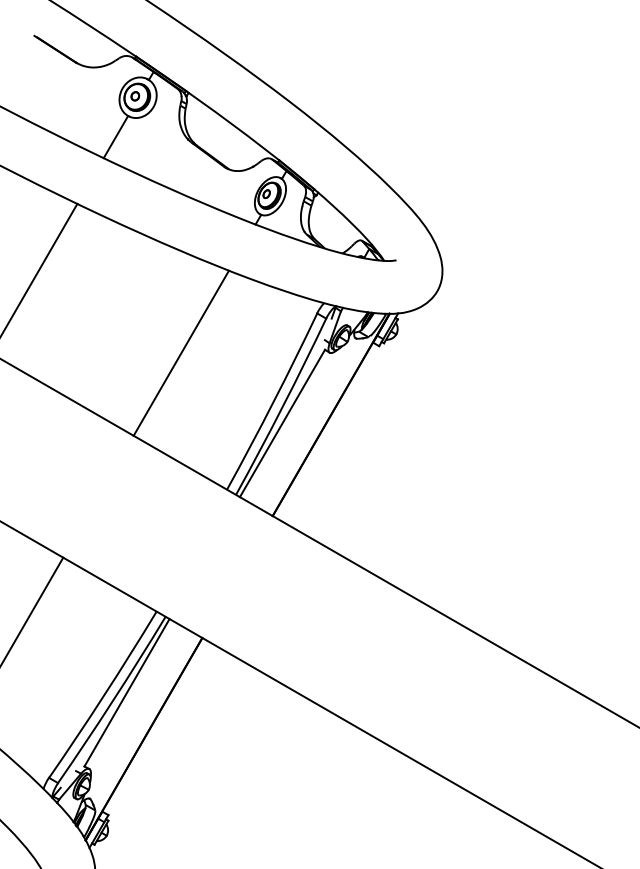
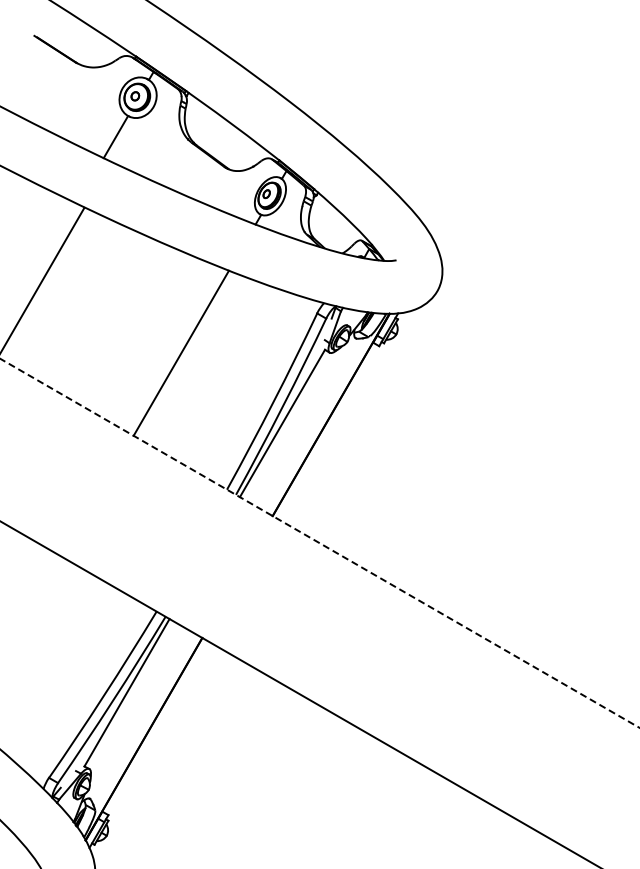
line at (39, 268) position: (39, 268) -> (43, 278)
line at (320, 543): solid -> dashed
line at (32, 610): present -> none
